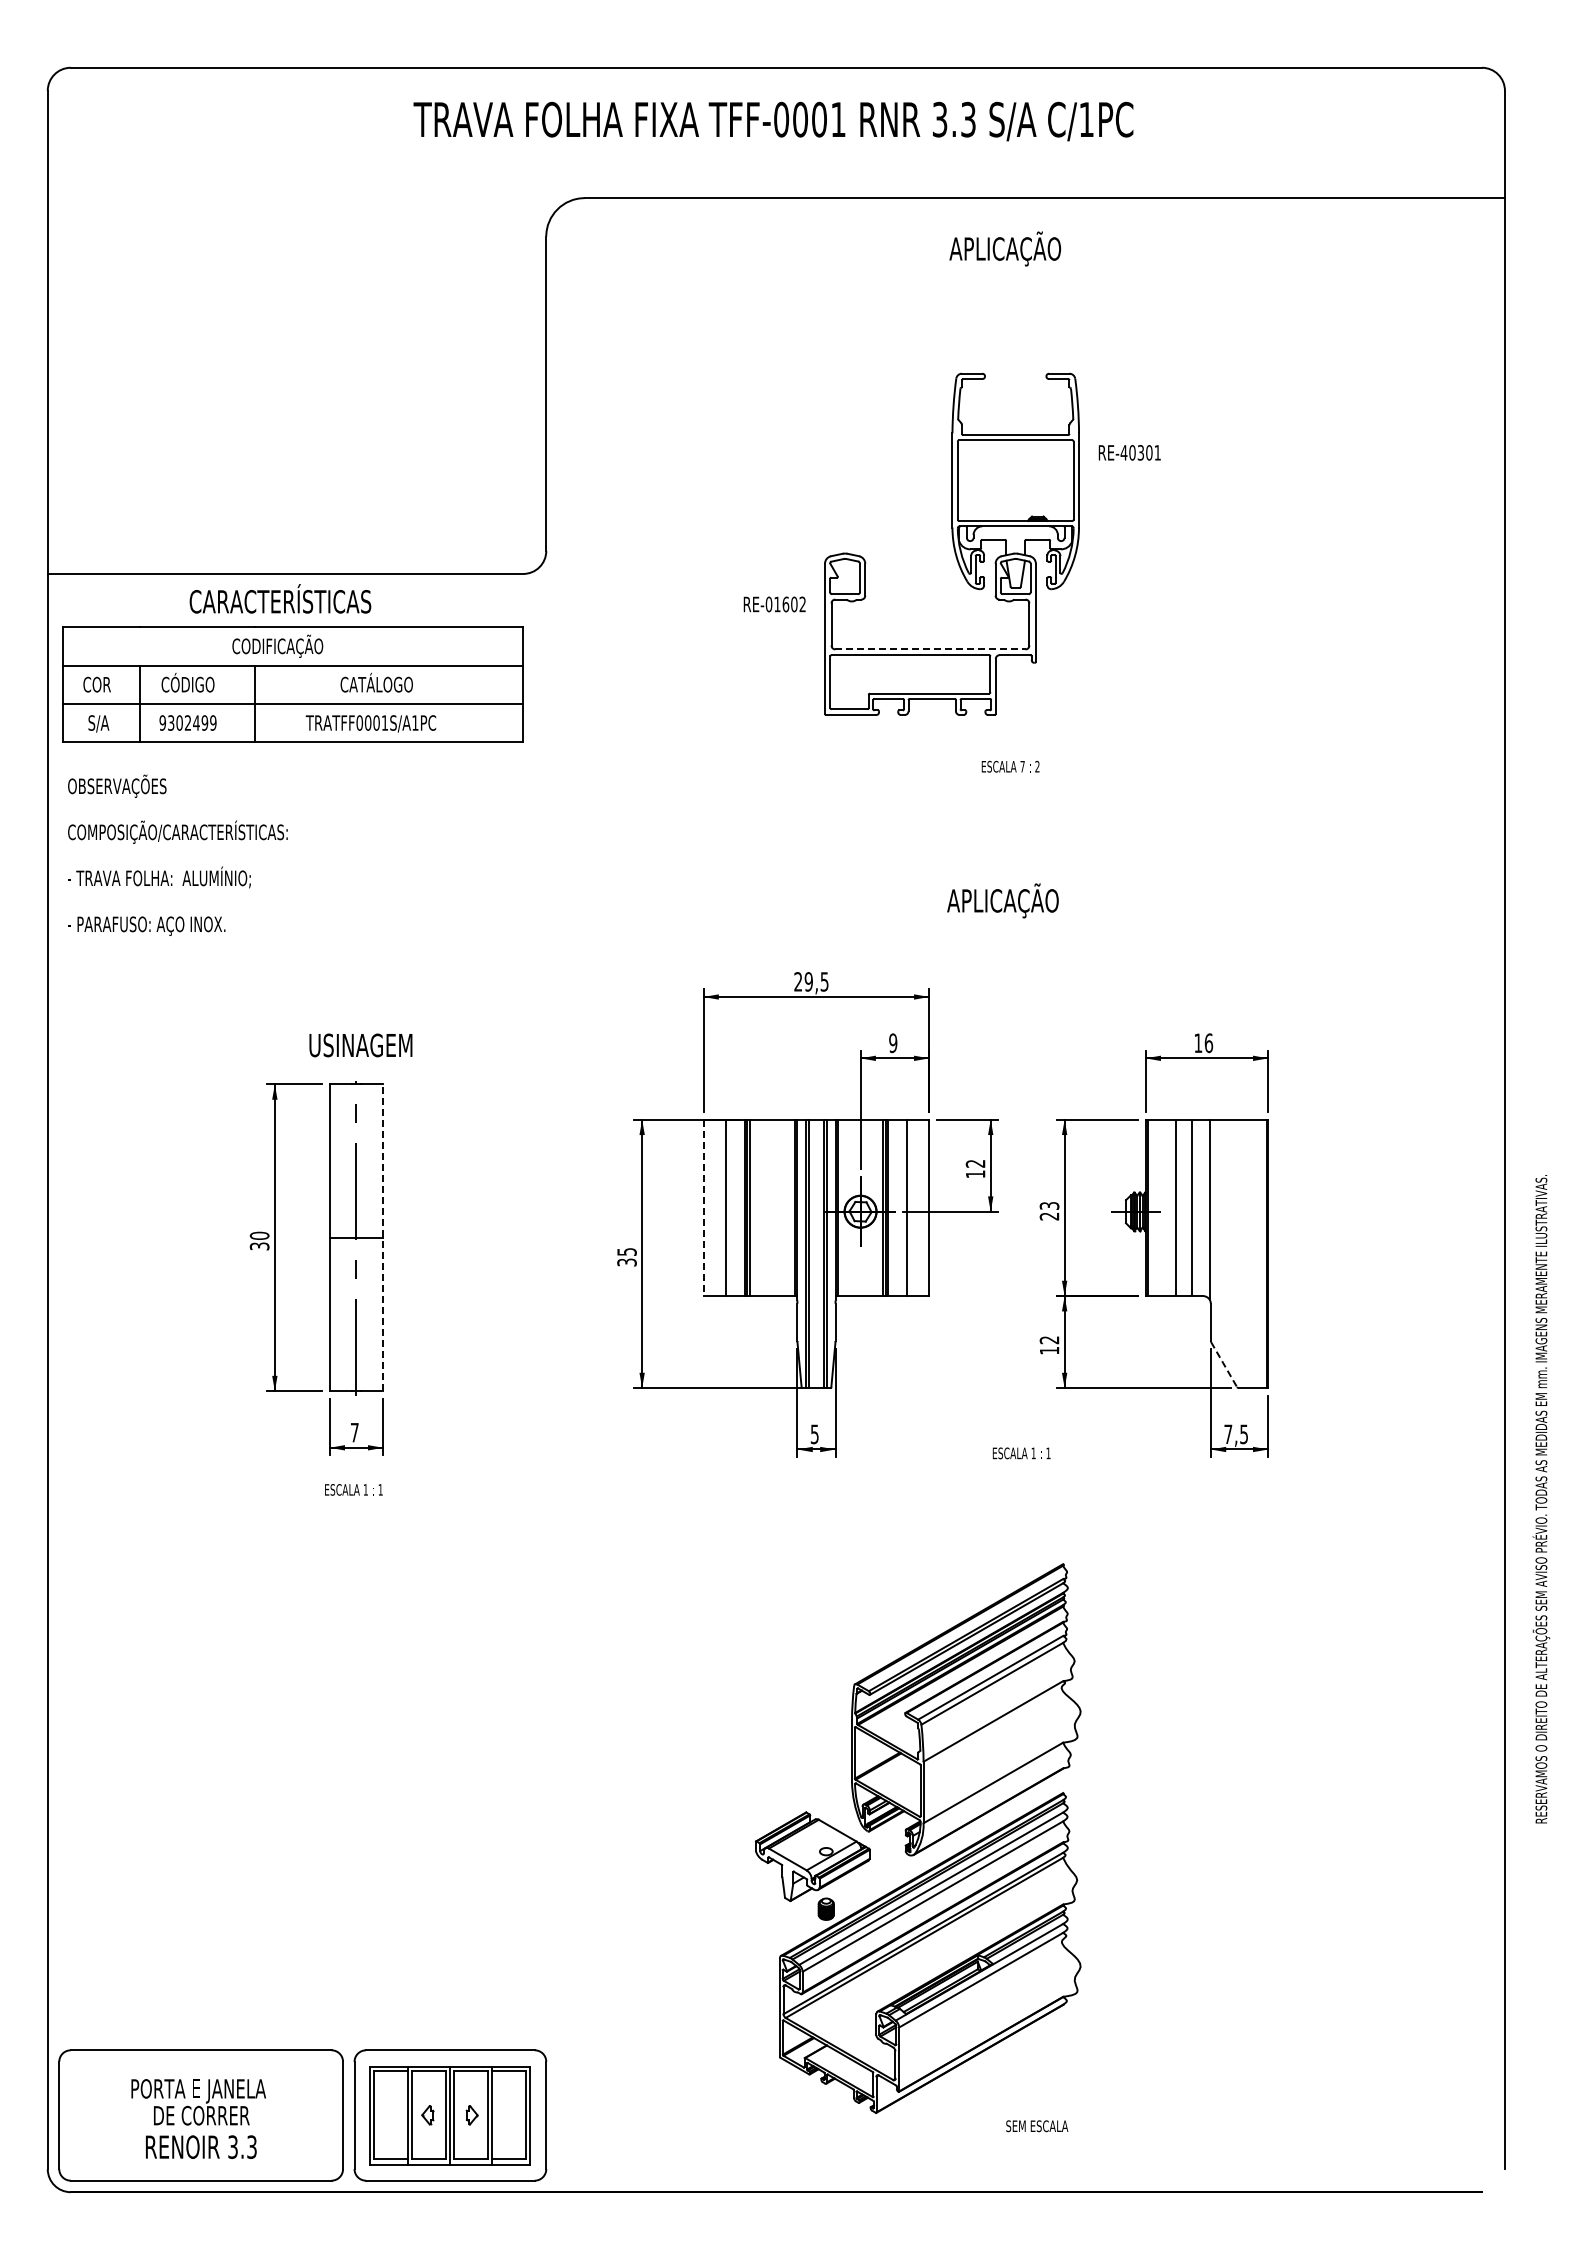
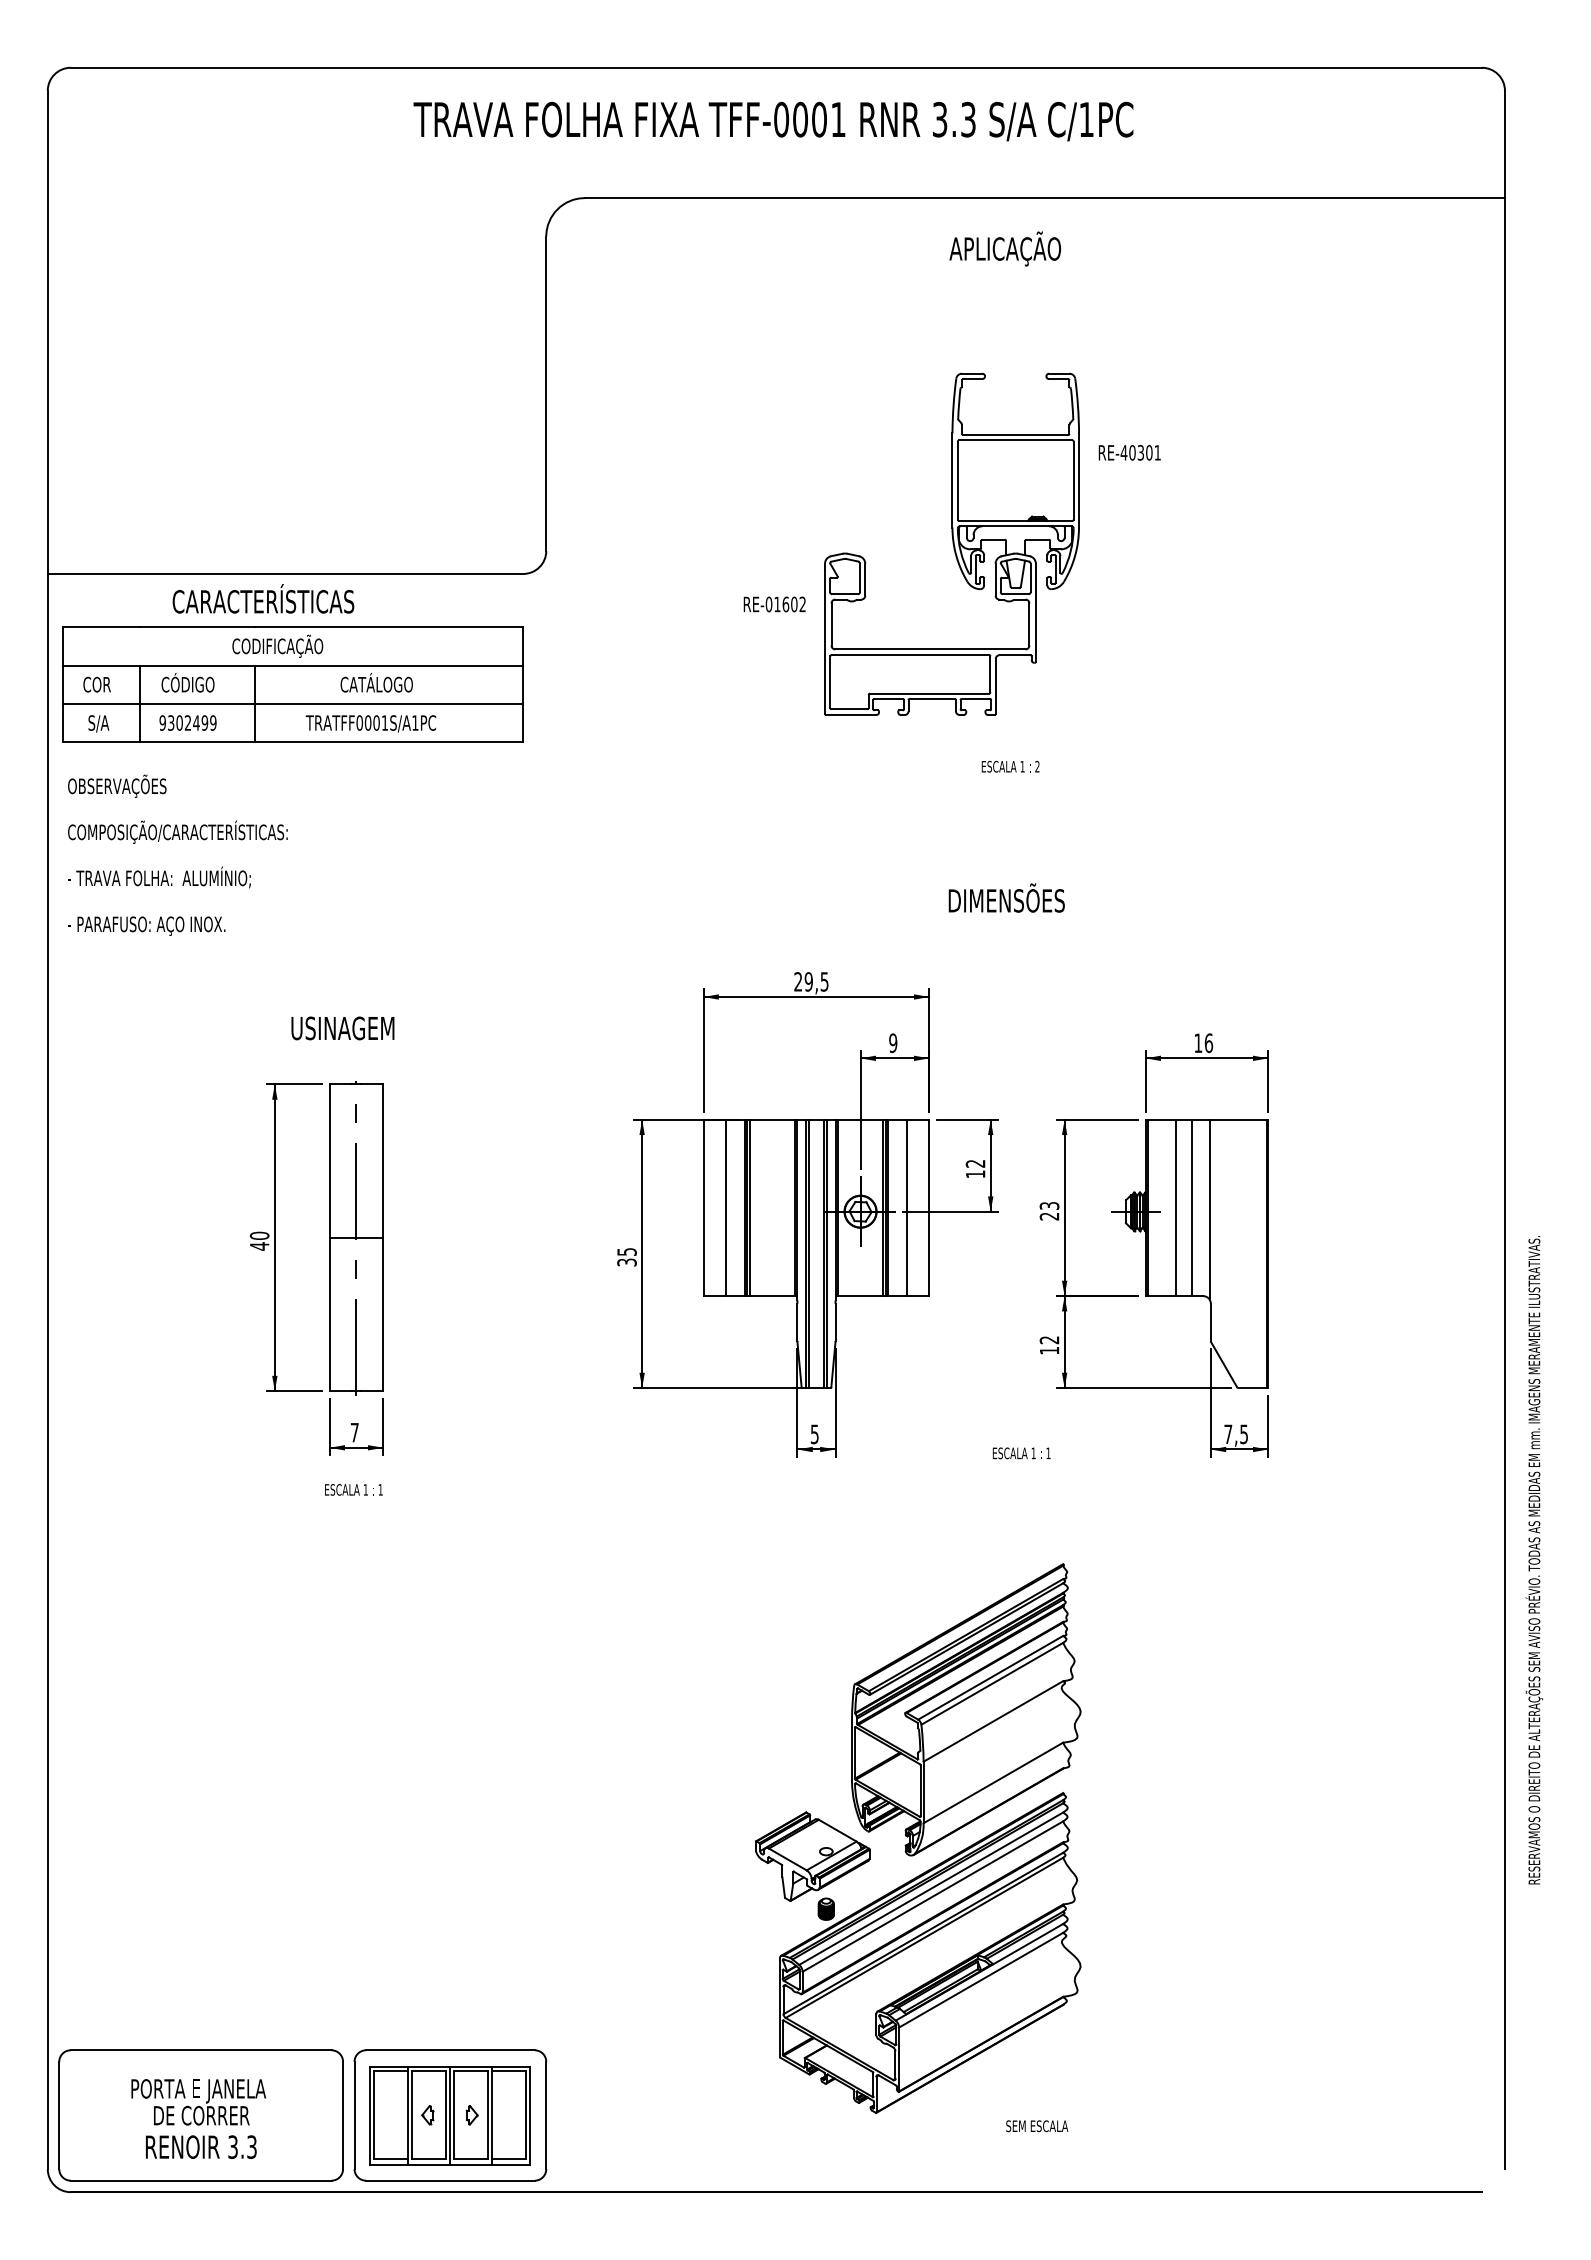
text at (280, 598) position: (280, 598) -> (263, 598)
line at (930, 649): dashed -> solid
text at (1022, 766): 7 -> 1
text at (1005, 900): APLICAÇÃO -> DIMENSÕES
text at (360, 1045) position: (360, 1045) -> (342, 1028)
line at (703, 1208): dashed -> solid
line at (383, 1237): dashed -> solid
text at (259, 1246): 30 -> 40
line at (1224, 1364): dashed -> solid
text at (1541, 1499) position: (1541, 1499) -> (1534, 1560)
